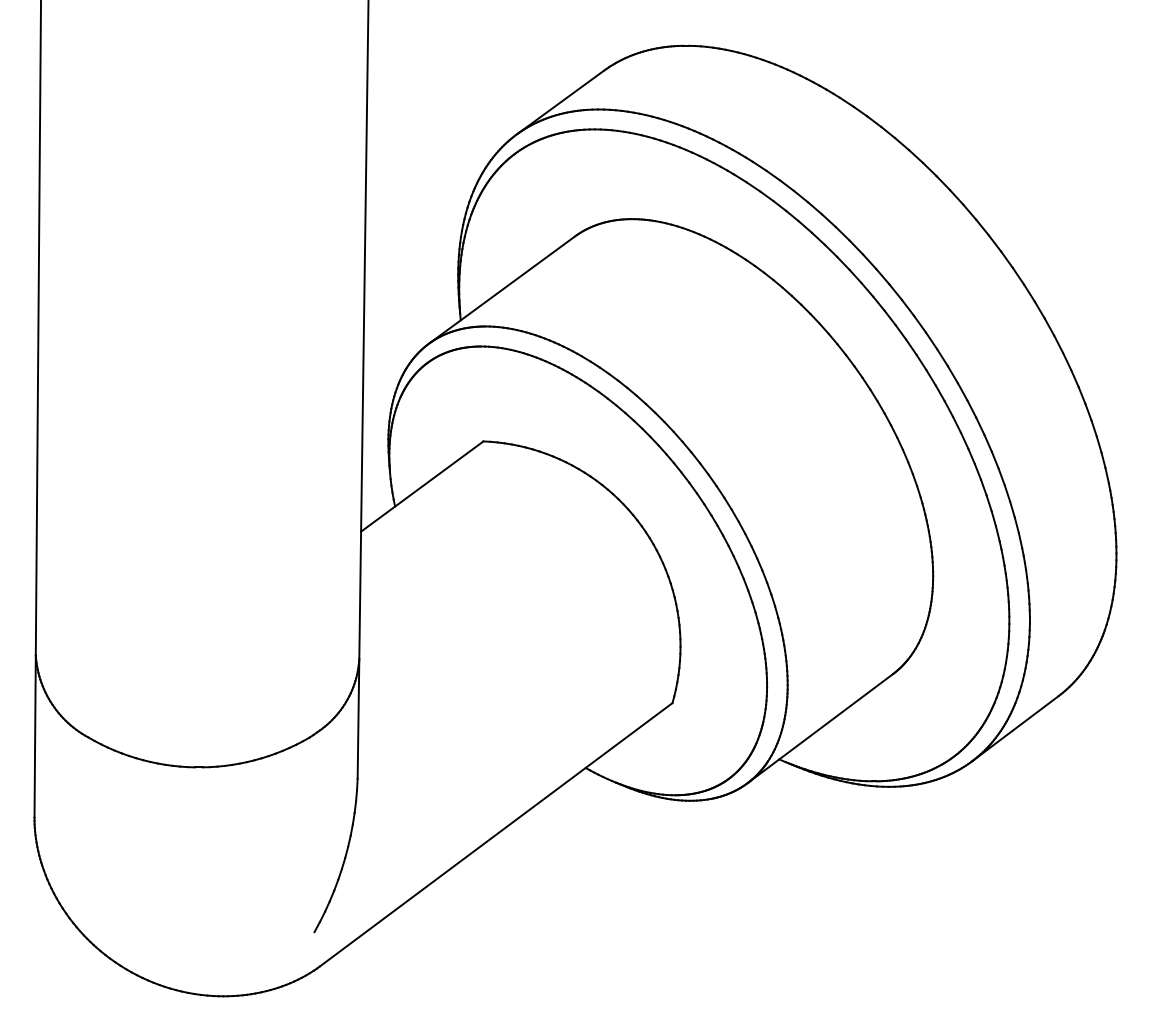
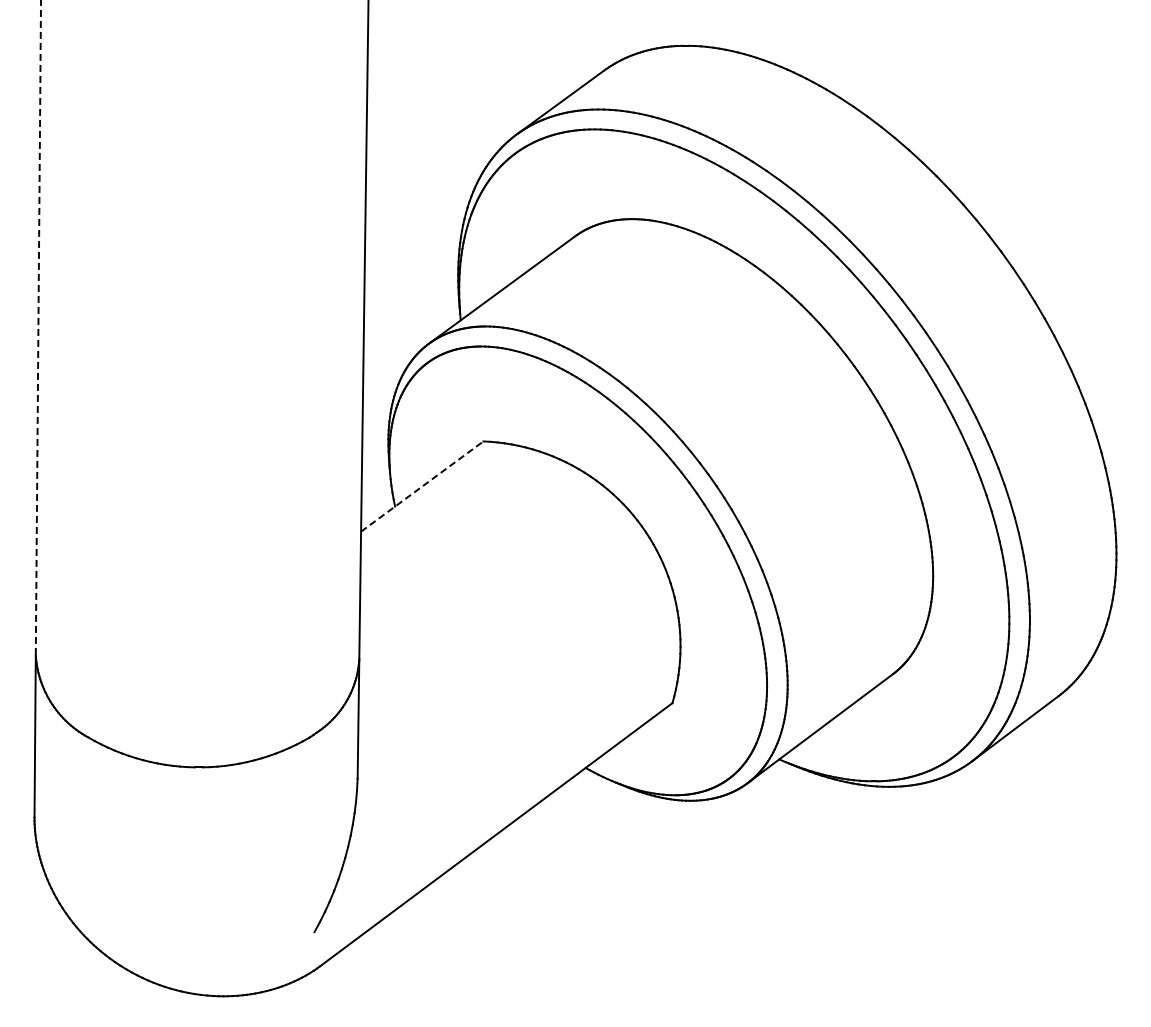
line at (38, 327): solid -> dashed
line at (422, 486): solid -> dashed
